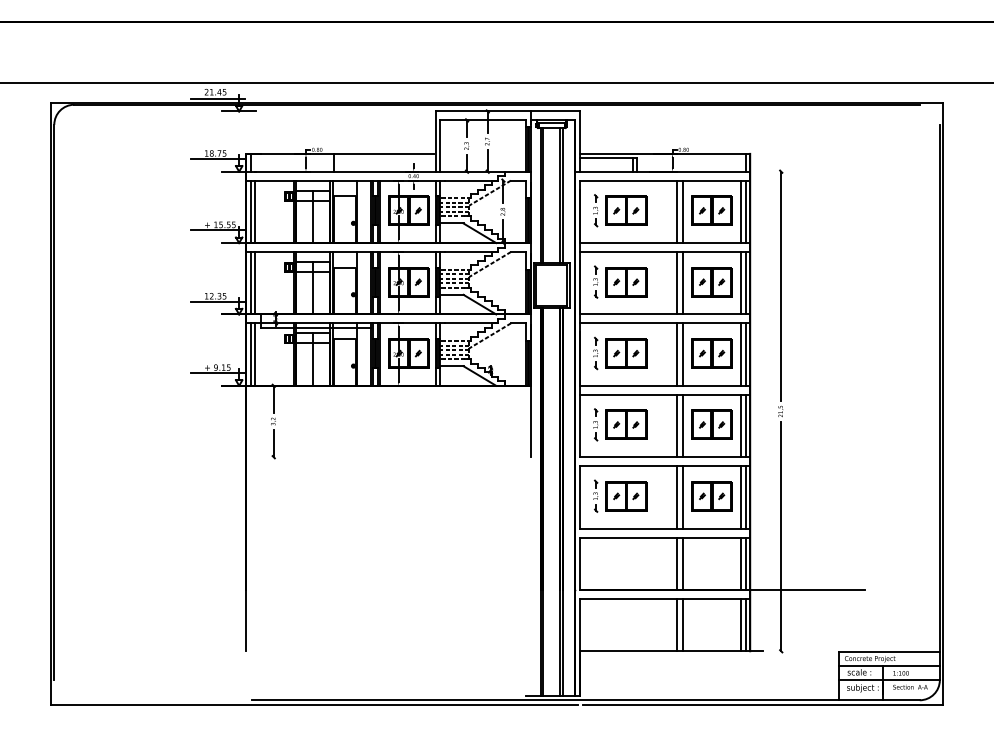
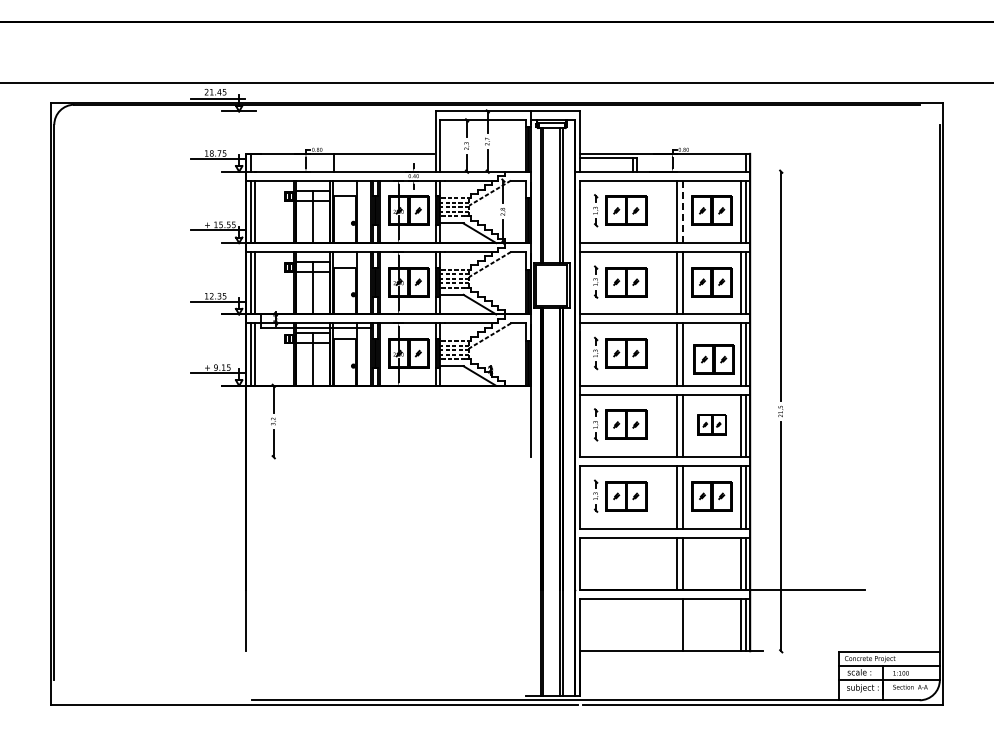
line at (683, 212): solid -> dashed
part at (711, 353) position: (711, 353) -> (713, 359)
part at (711, 424) size: 42x31 px -> 30x22 px
line at (676, 624): present -> none
